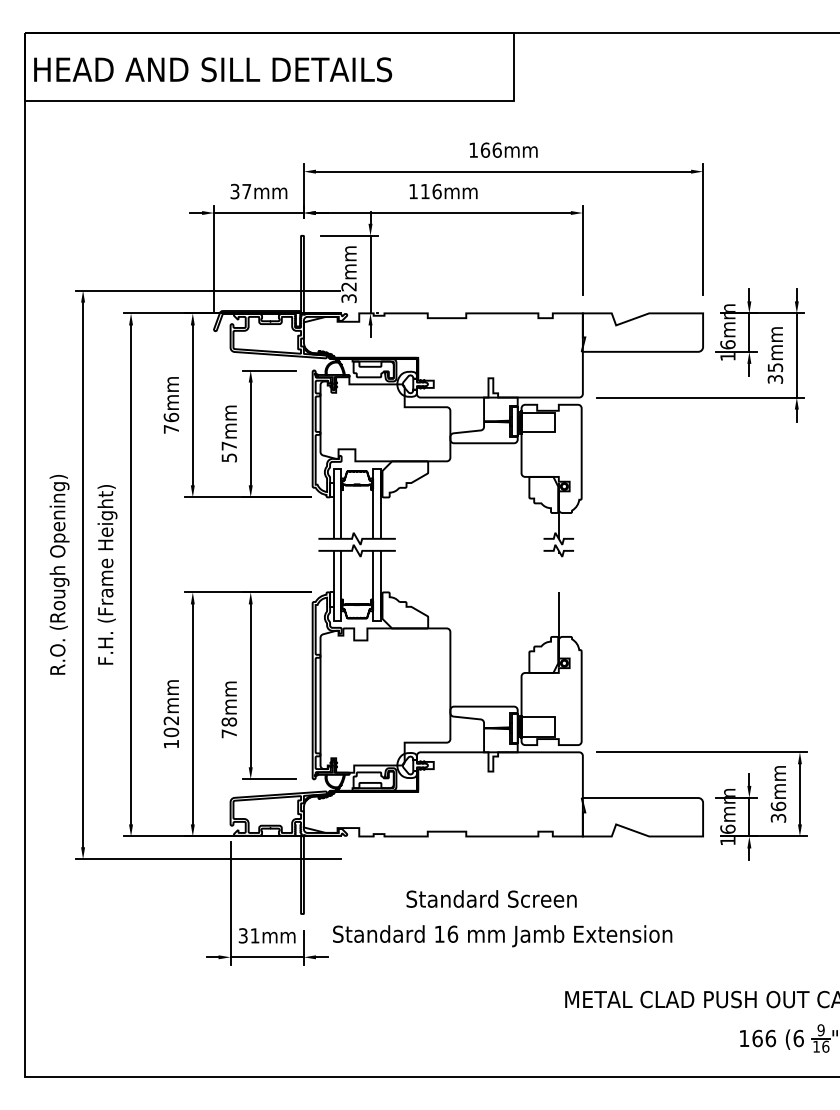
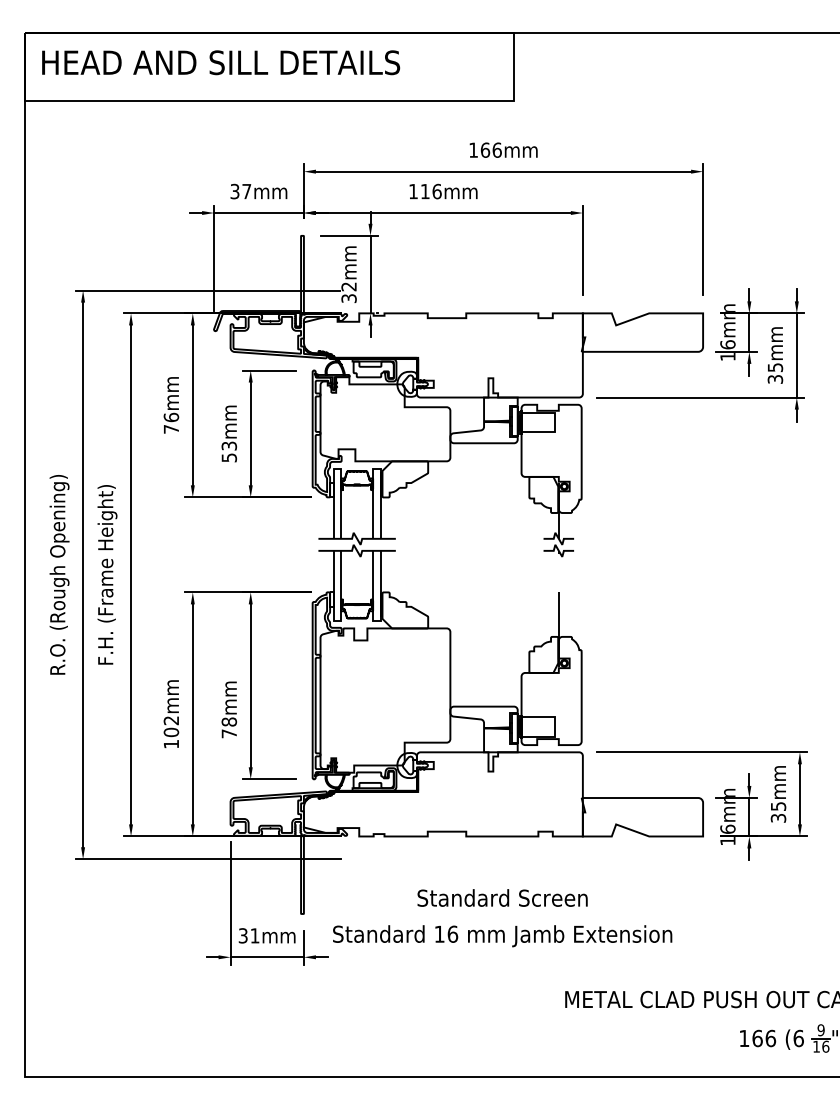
text at (213, 69) position: (213, 69) -> (221, 62)
text at (229, 445): 57mm -> 53mm
text at (778, 806): 36mm -> 35mm
text at (491, 898) position: (491, 898) -> (502, 897)
